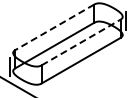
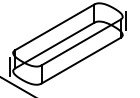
line at (54, 27): dashed -> solid
line at (81, 42): dashed -> solid
